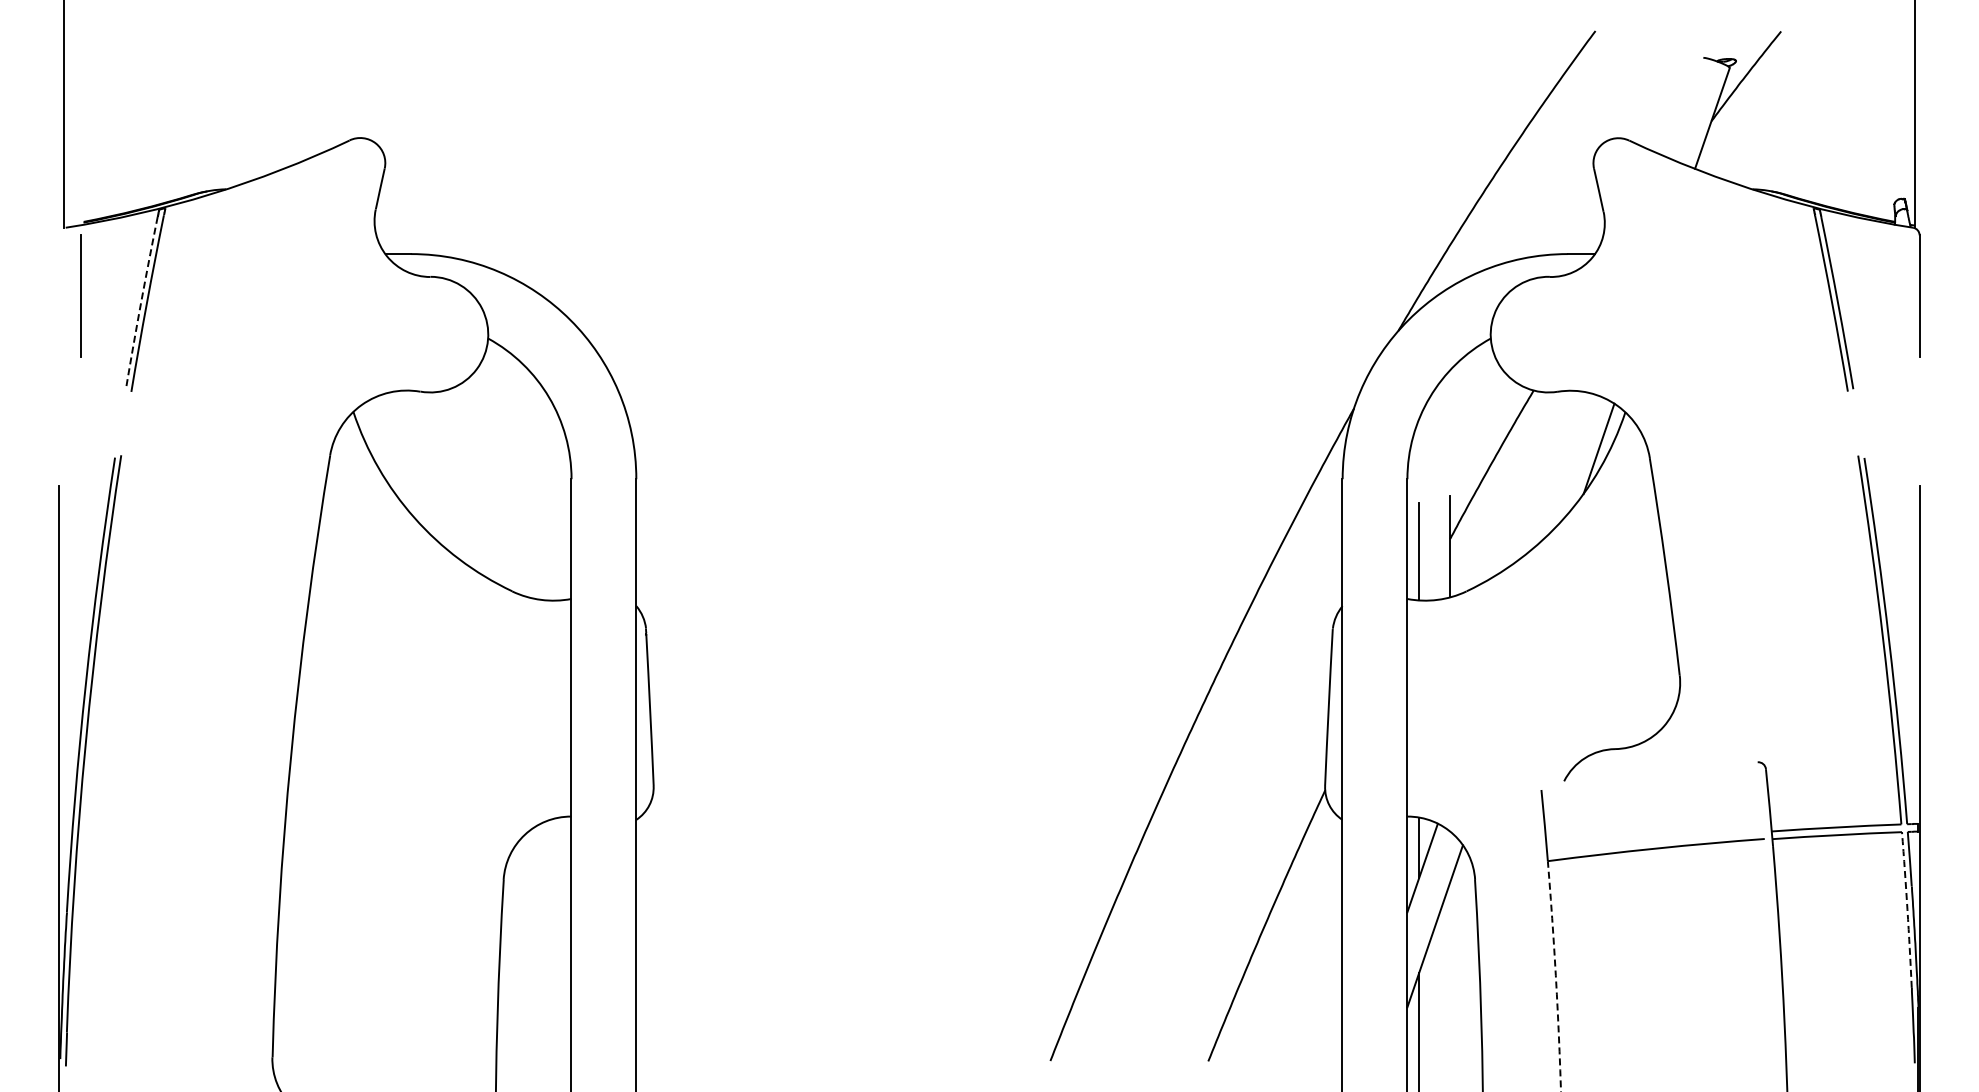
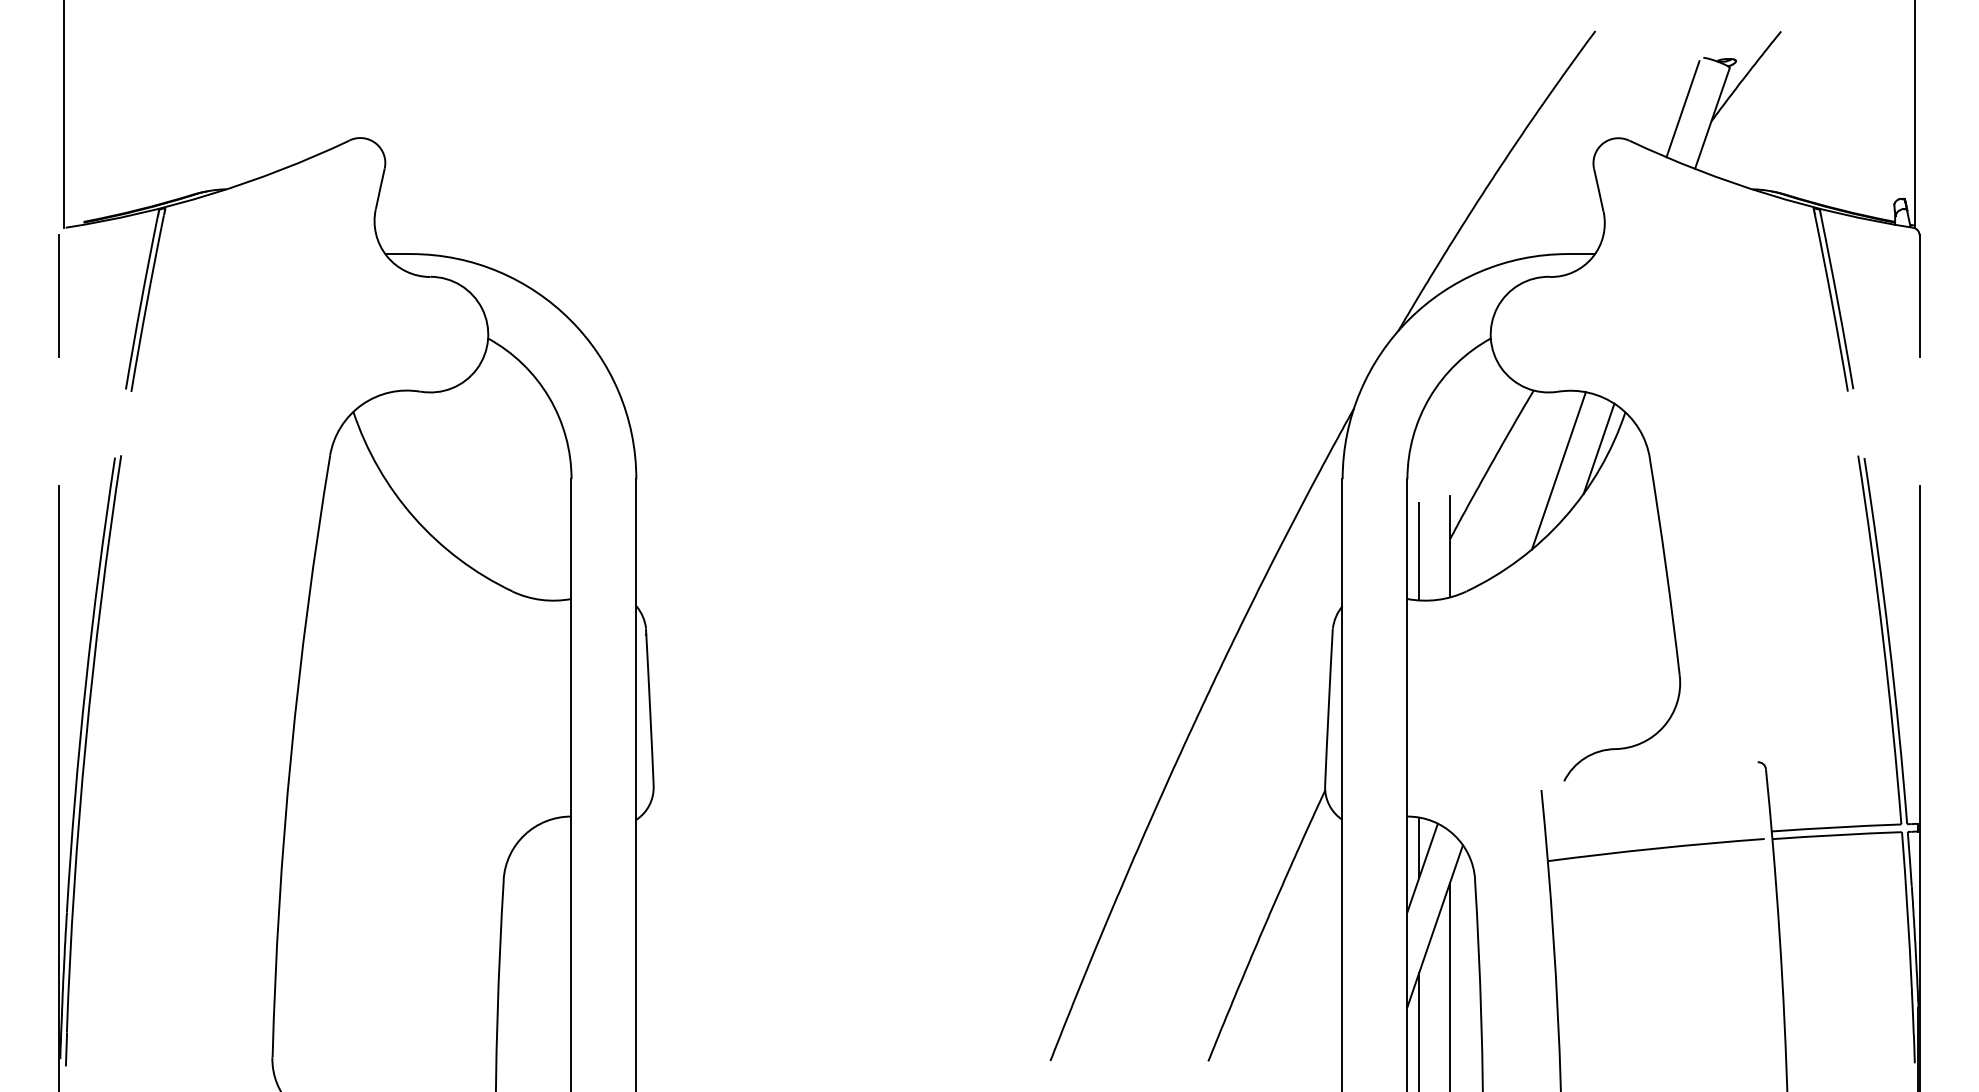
line at (1682, 109): none -> present
line at (80, 295) position: (80, 295) -> (58, 295)
arc at (141, 303): dashed -> solid
line at (1558, 470): none -> present
arc at (1907, 909): dashed -> solid
arc at (1555, 976): dashed -> solid
line at (1450, 985): none -> present
